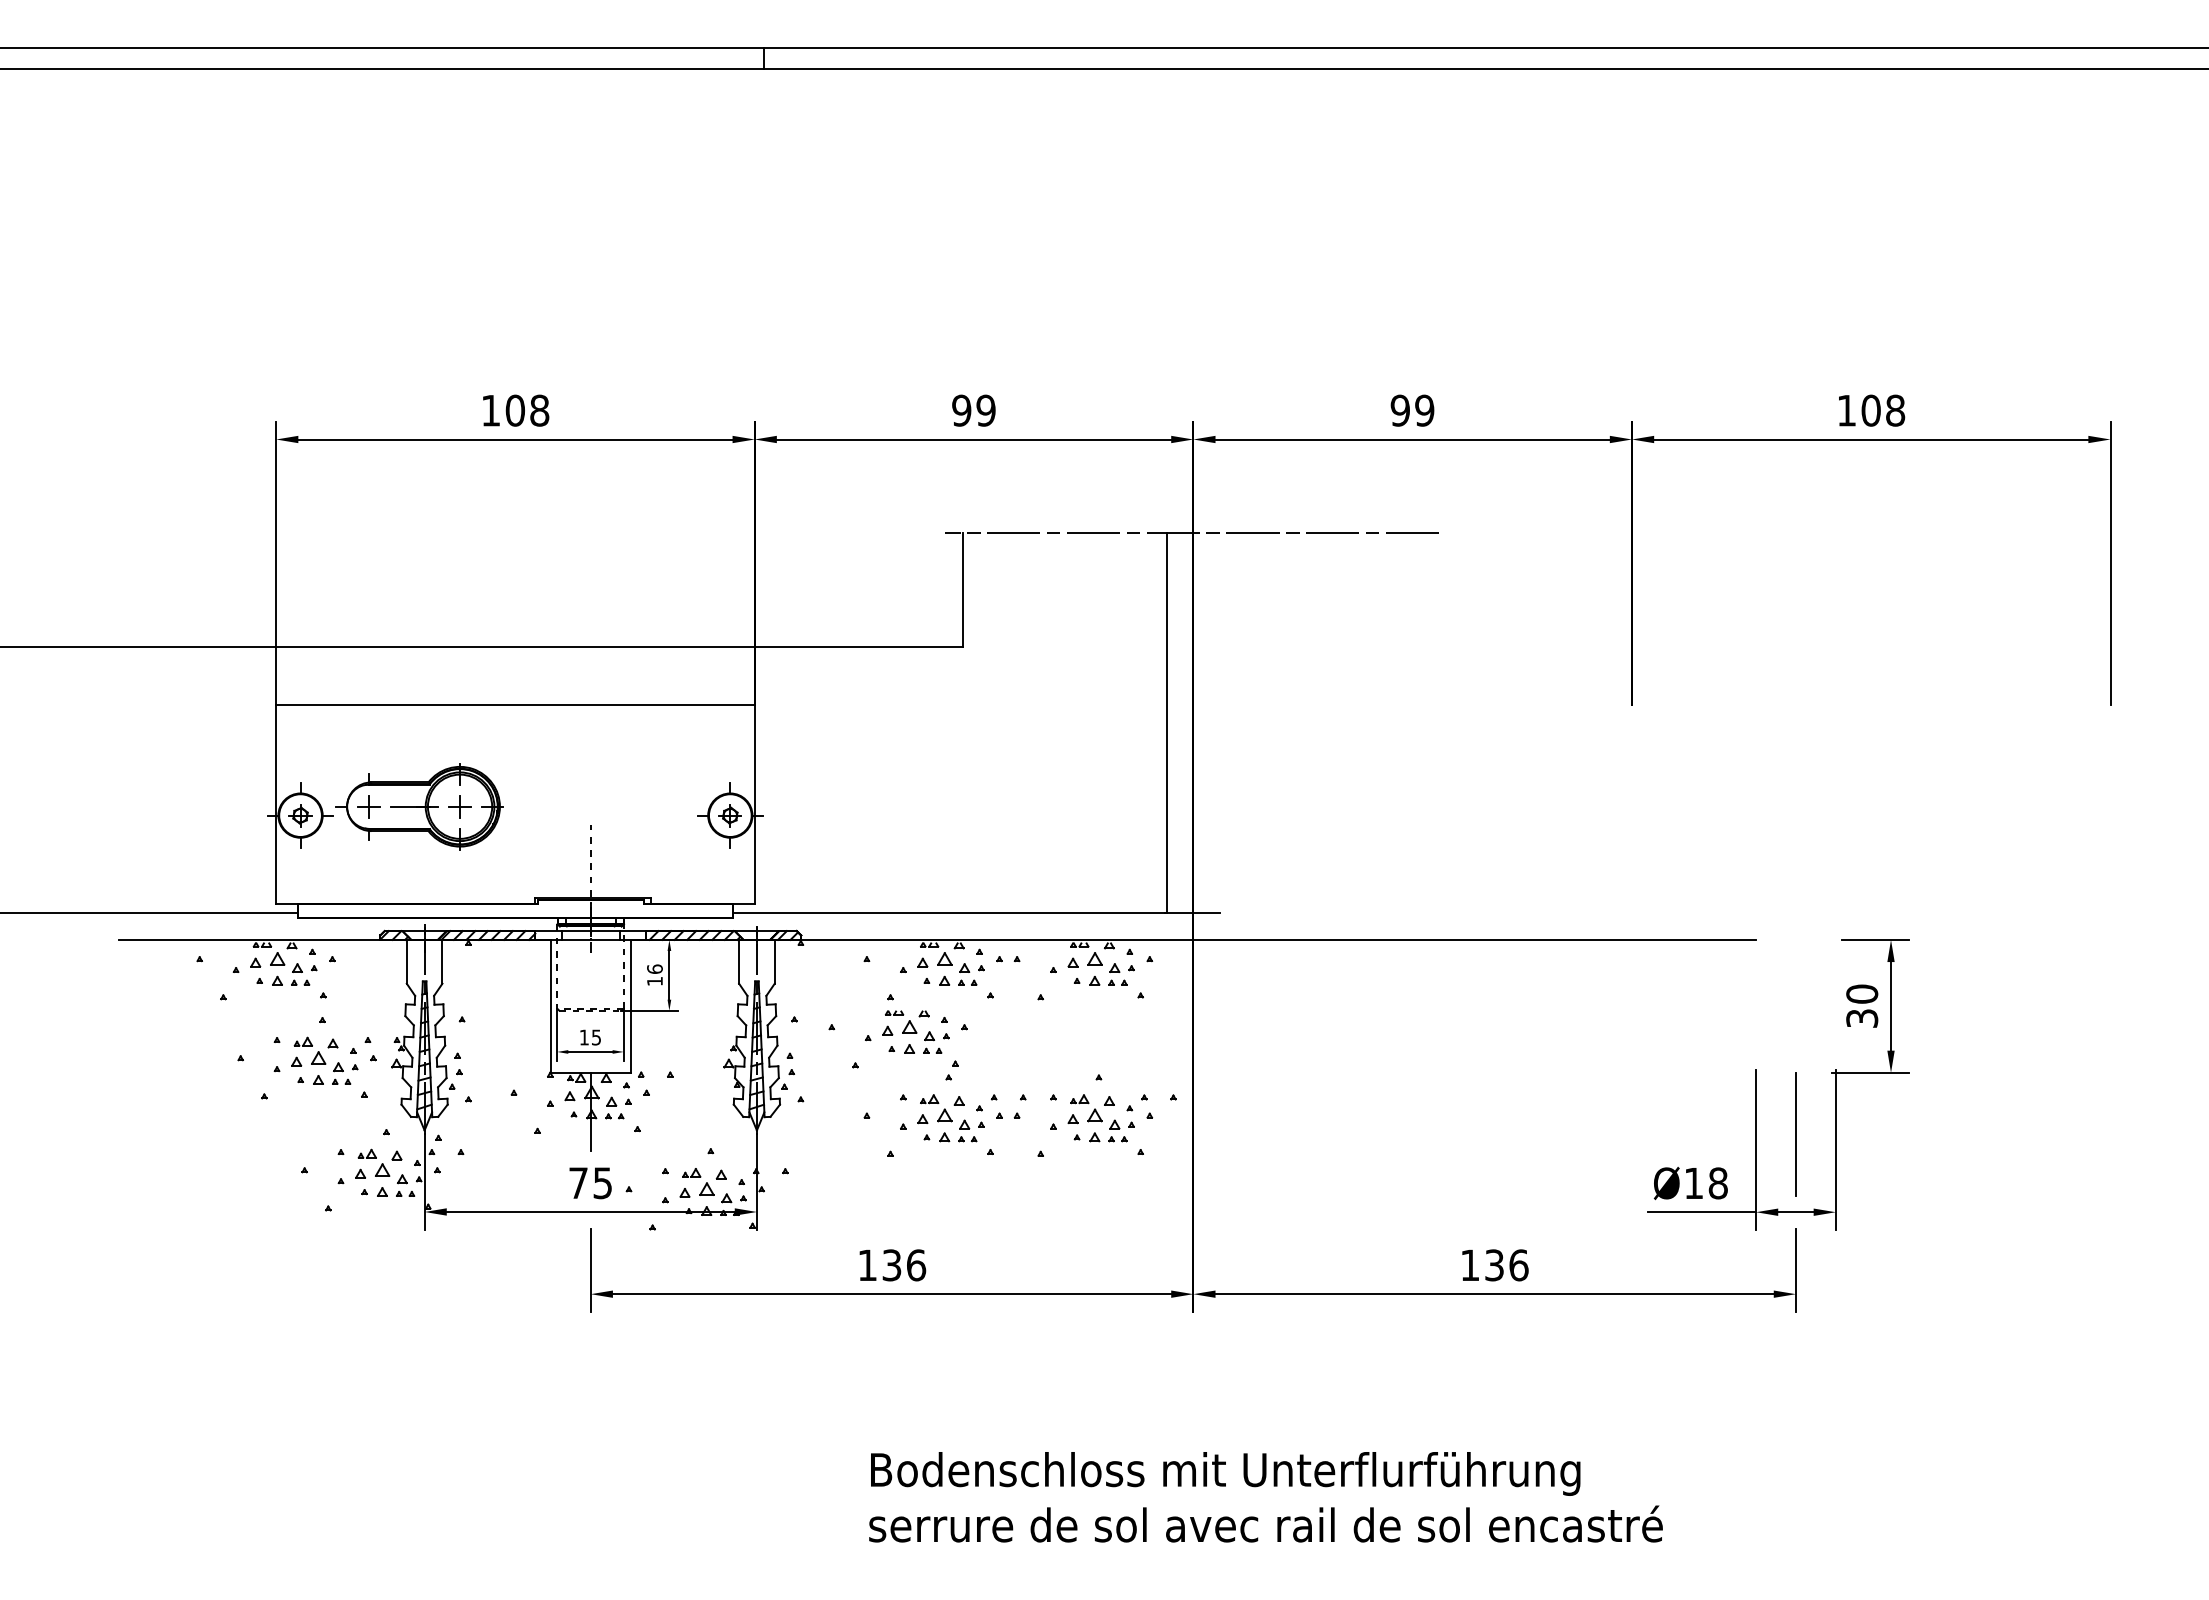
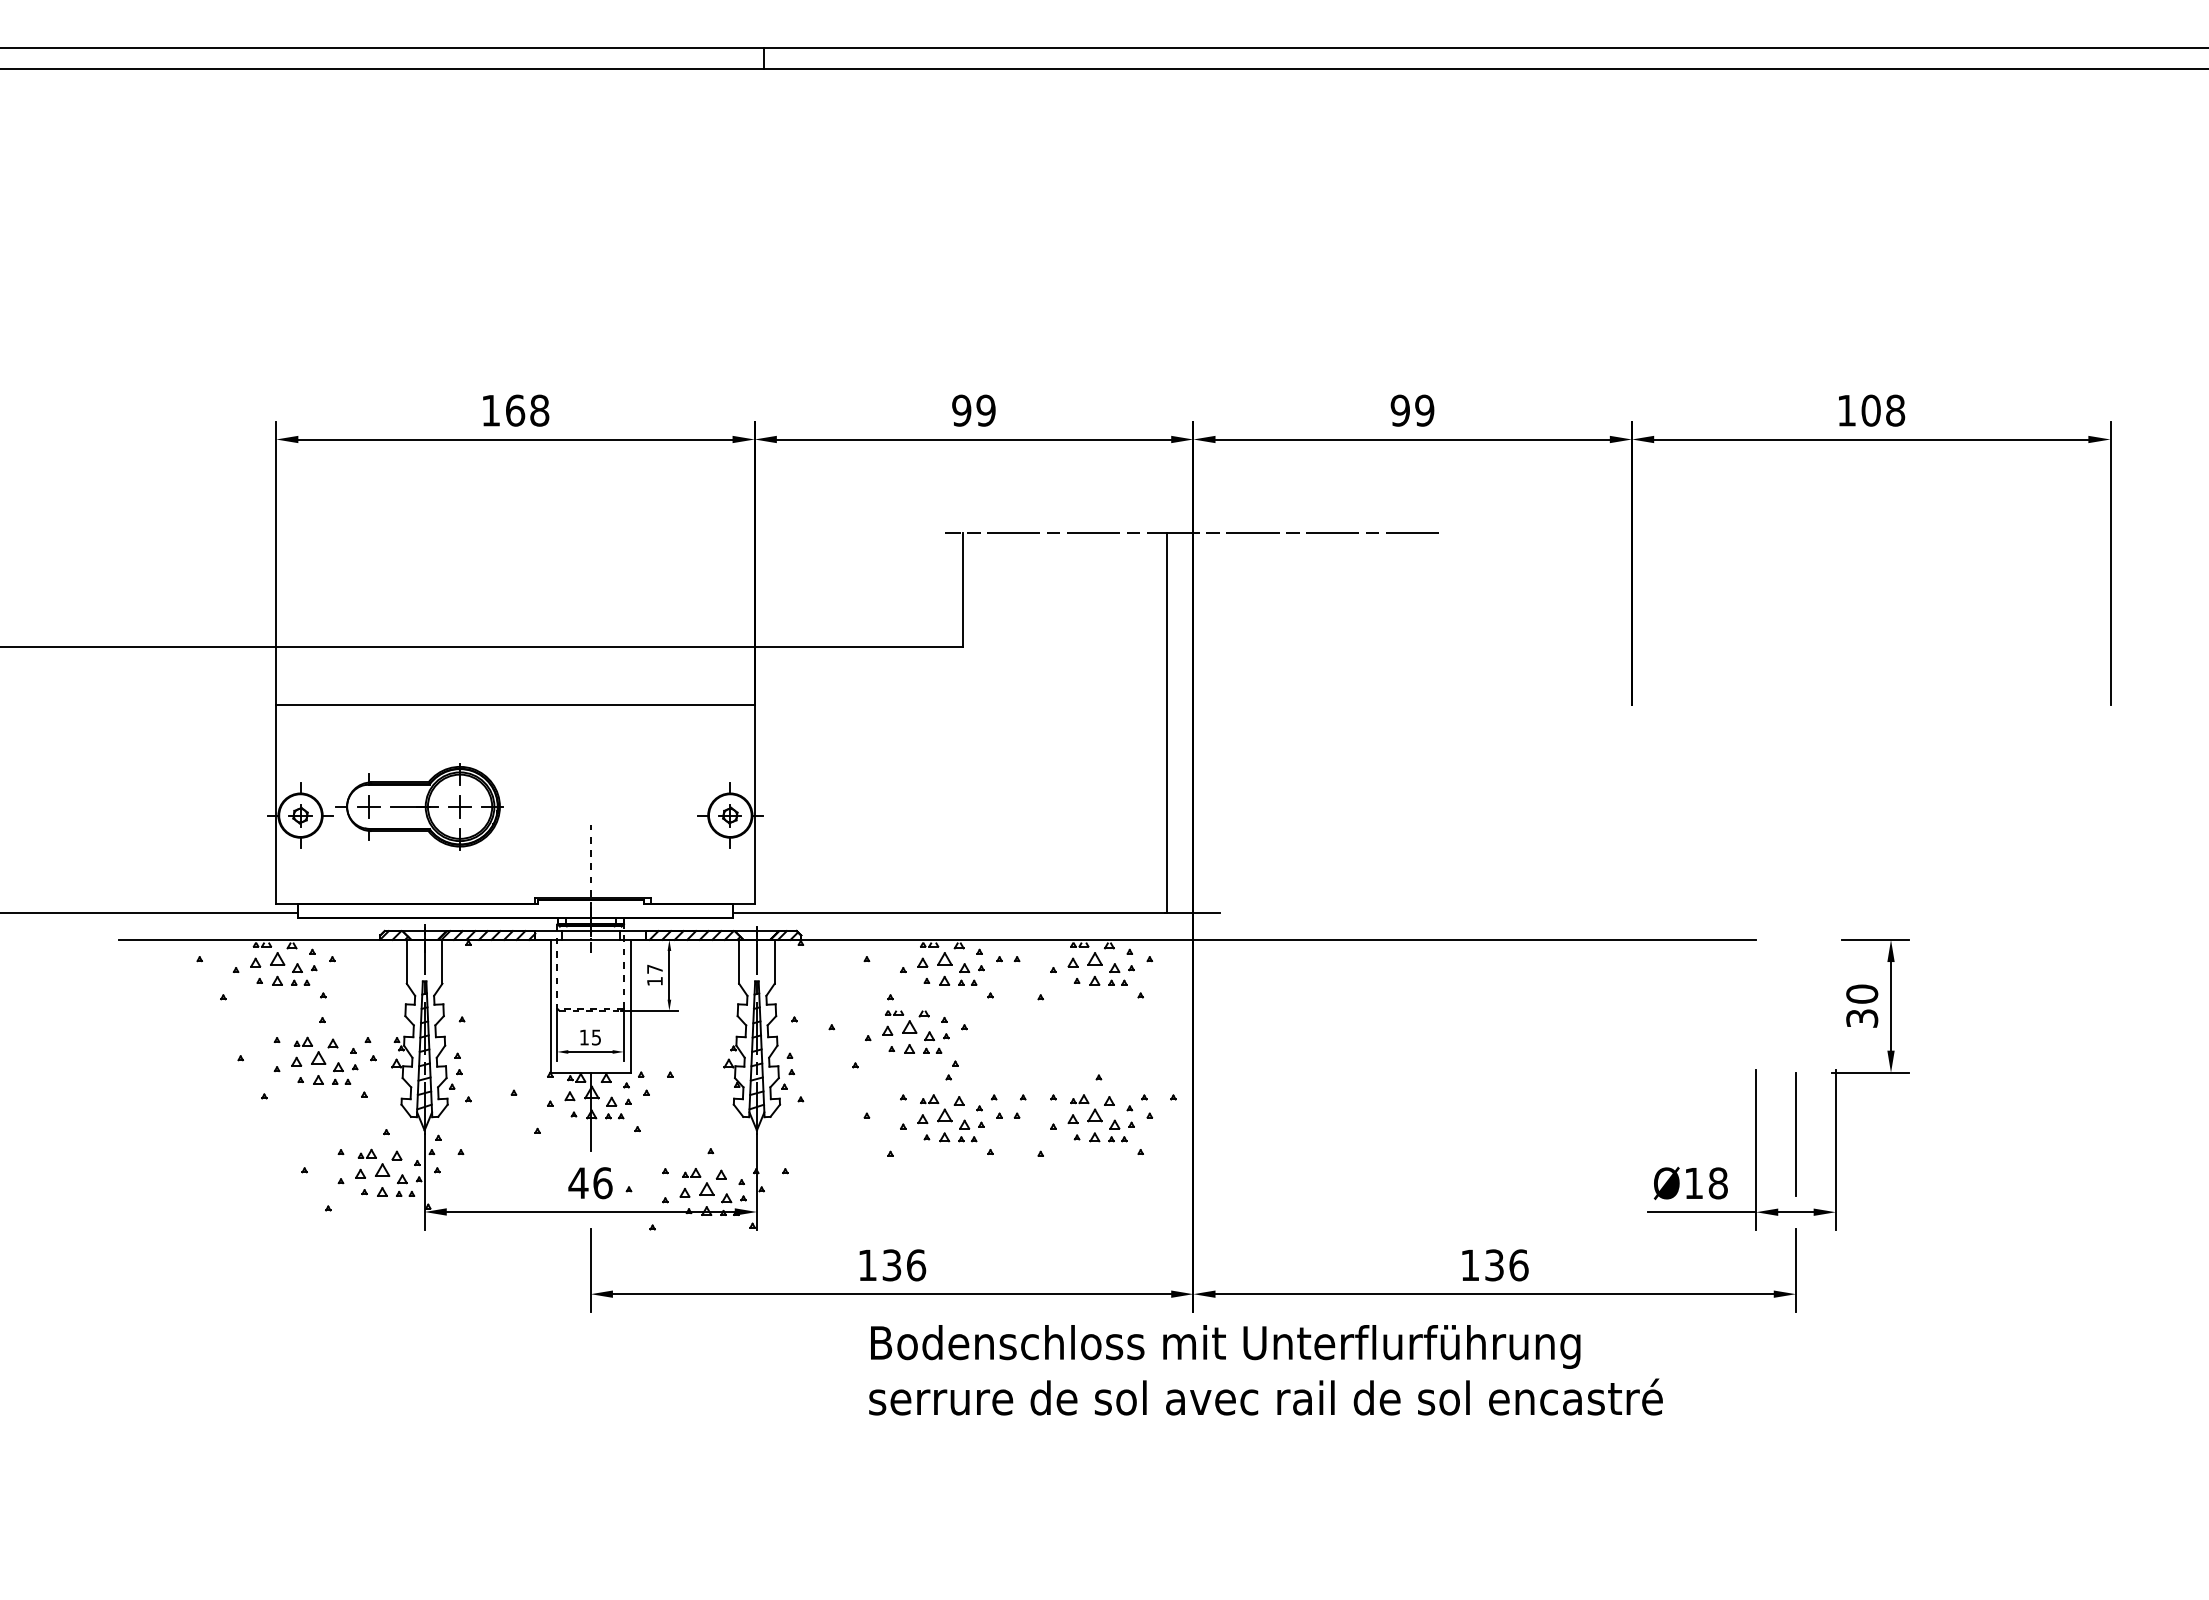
text at (515, 410): 108 -> 168
text at (654, 968): 16 -> 17
text at (590, 1183): 75 -> 46
text at (1265, 1497) position: (1265, 1497) -> (1265, 1370)
